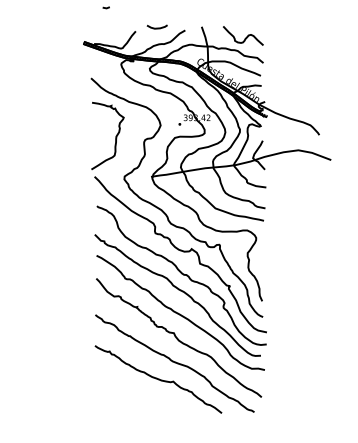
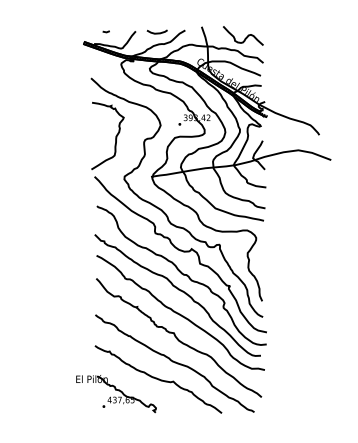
line at (105, 7) position: (105, 7) -> (105, 31)
curve at (156, 27) position: (156, 27) -> (156, 32)
part at (116, 394): none -> present
